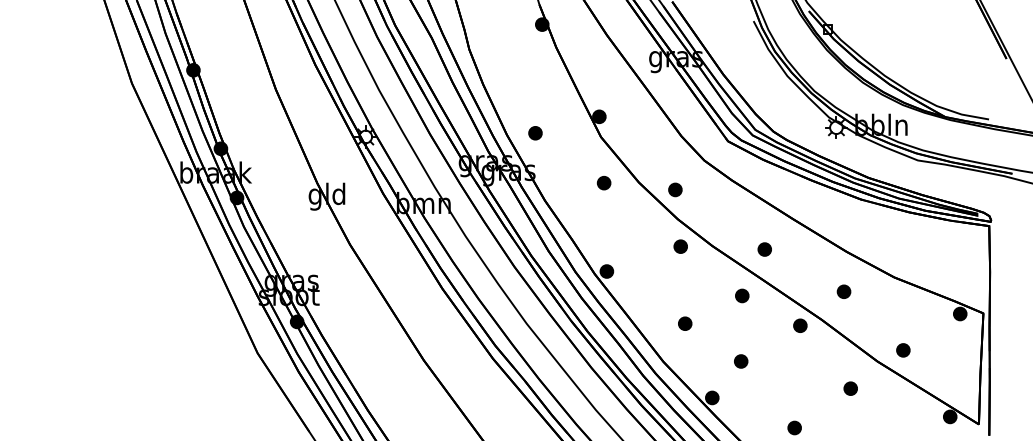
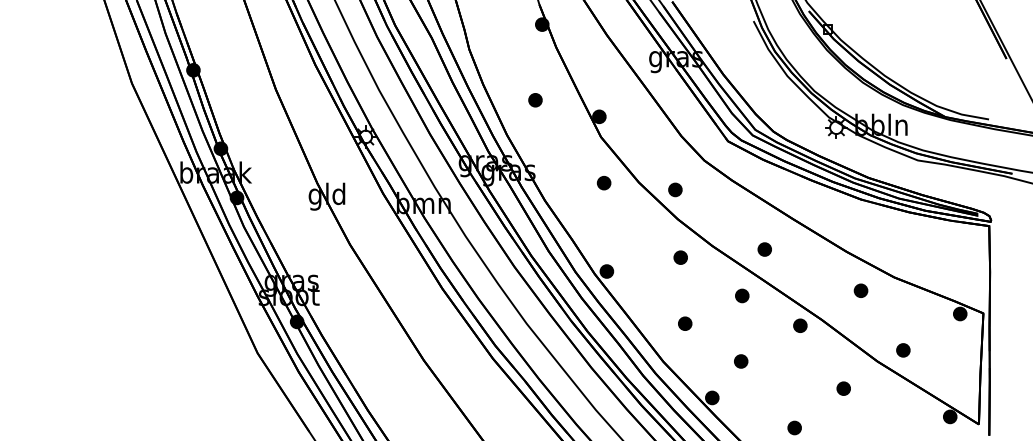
part at (535, 133) position: (535, 133) -> (535, 100)
part at (680, 246) position: (680, 246) -> (680, 257)
part at (843, 291) position: (843, 291) -> (860, 290)
part at (850, 388) position: (850, 388) -> (843, 388)
